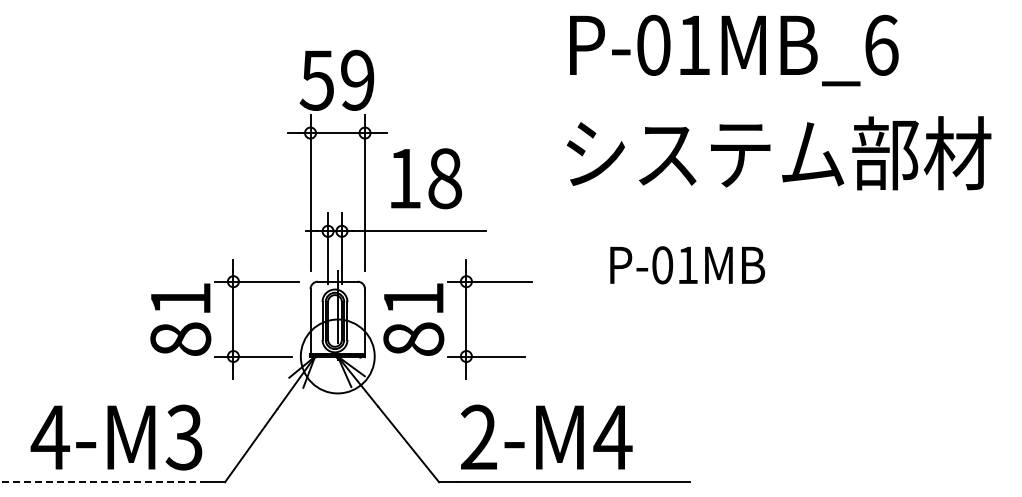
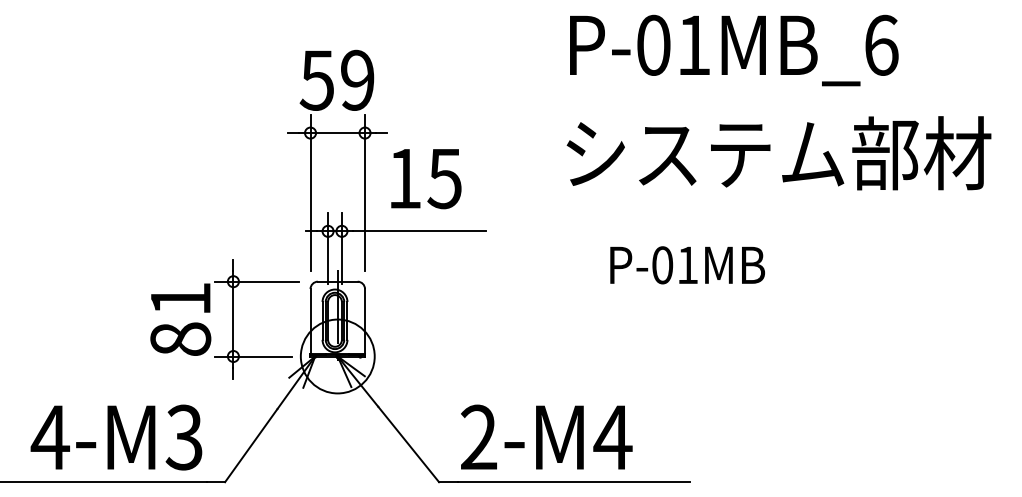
text at (444, 178): 18 -> 15
part at (465, 319): present -> none
line at (102, 482): dashed -> solid
